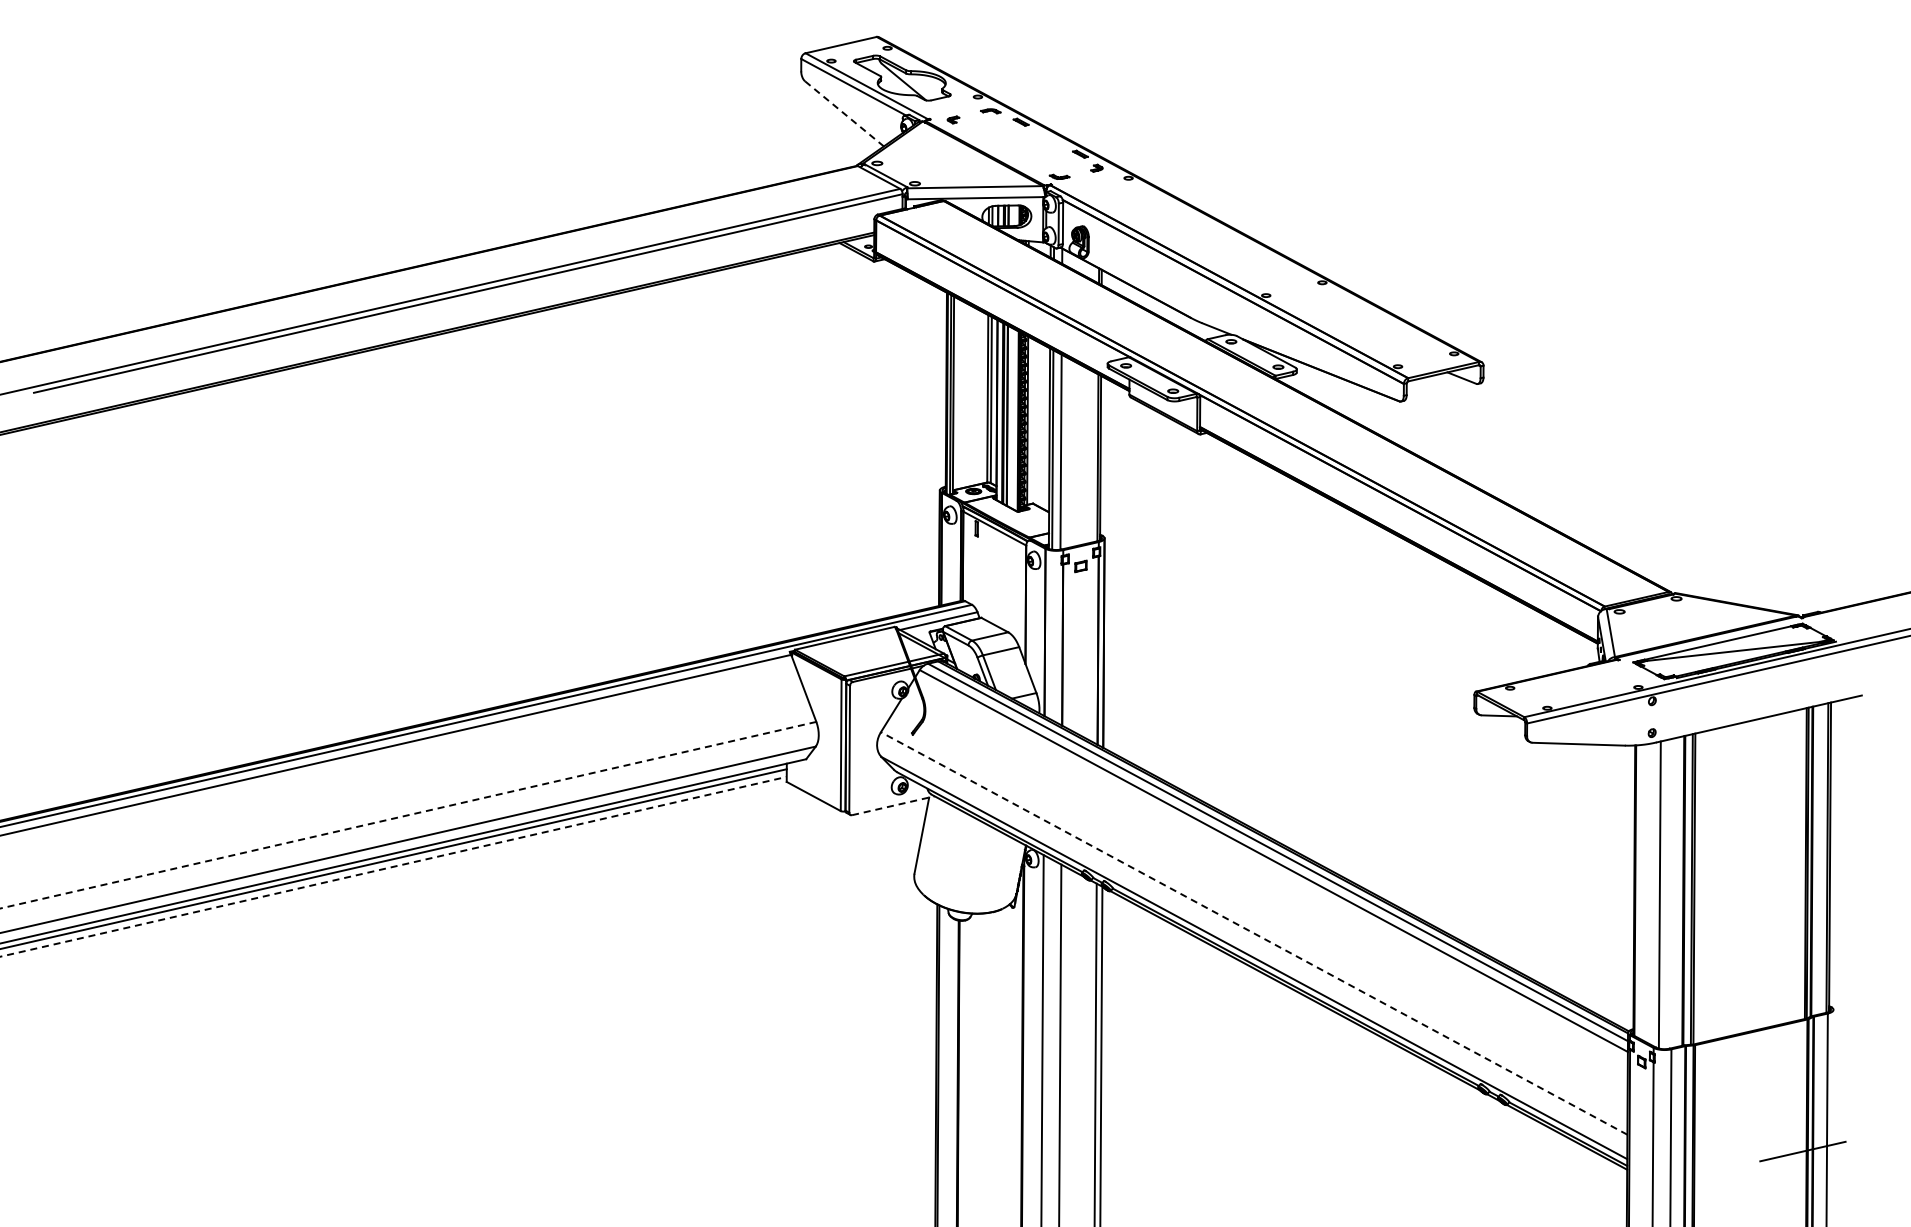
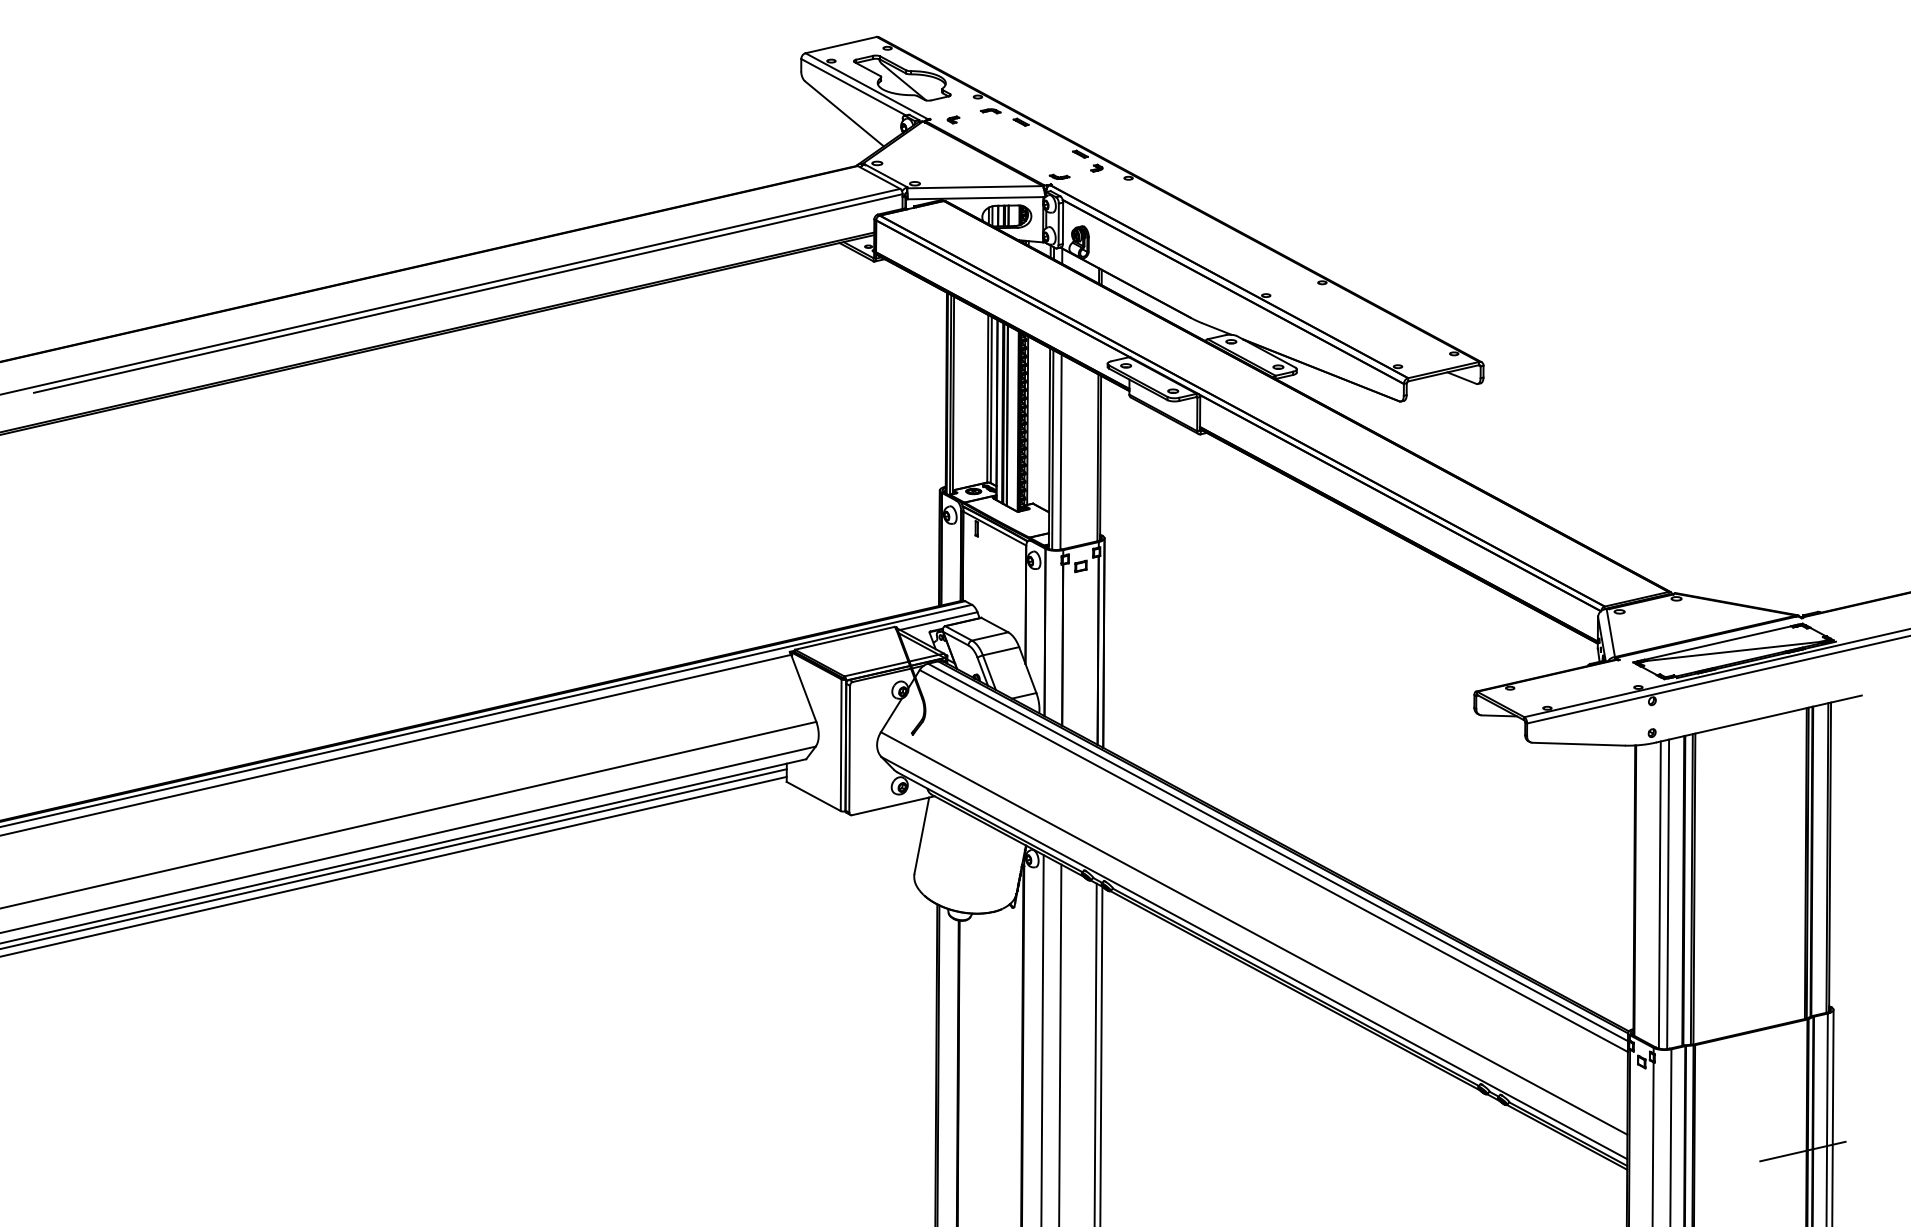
line at (844, 114): dashed -> solid
line at (893, 805): dashed -> solid
line at (408, 815): dashed -> solid
line at (394, 866): dashed -> solid
line at (1668, 894): none -> present
line at (1253, 933): dashed -> solid
line at (1832, 1116): none -> present
